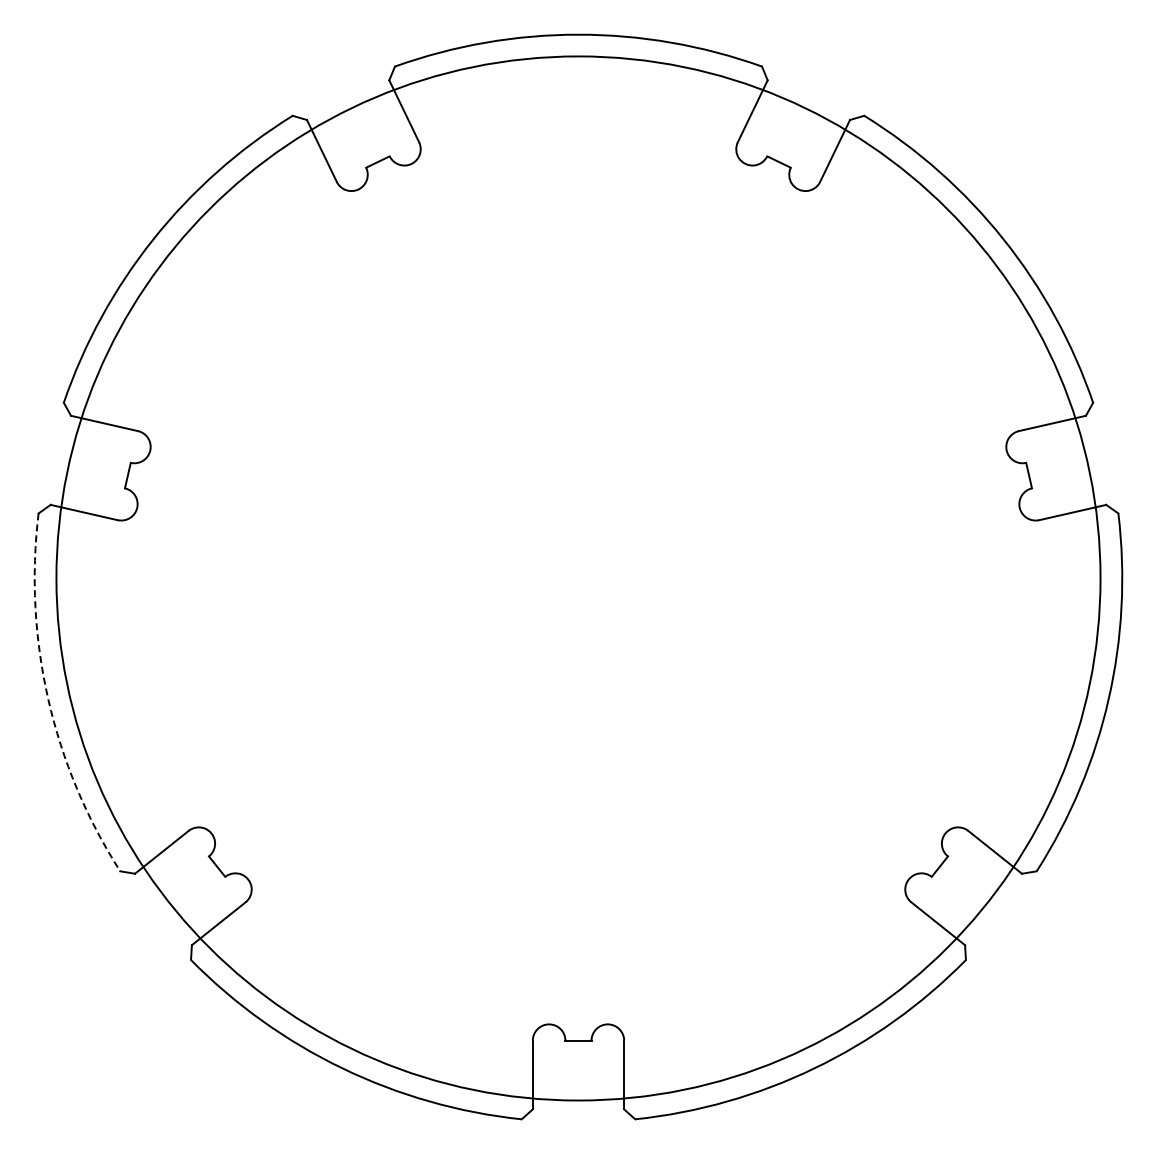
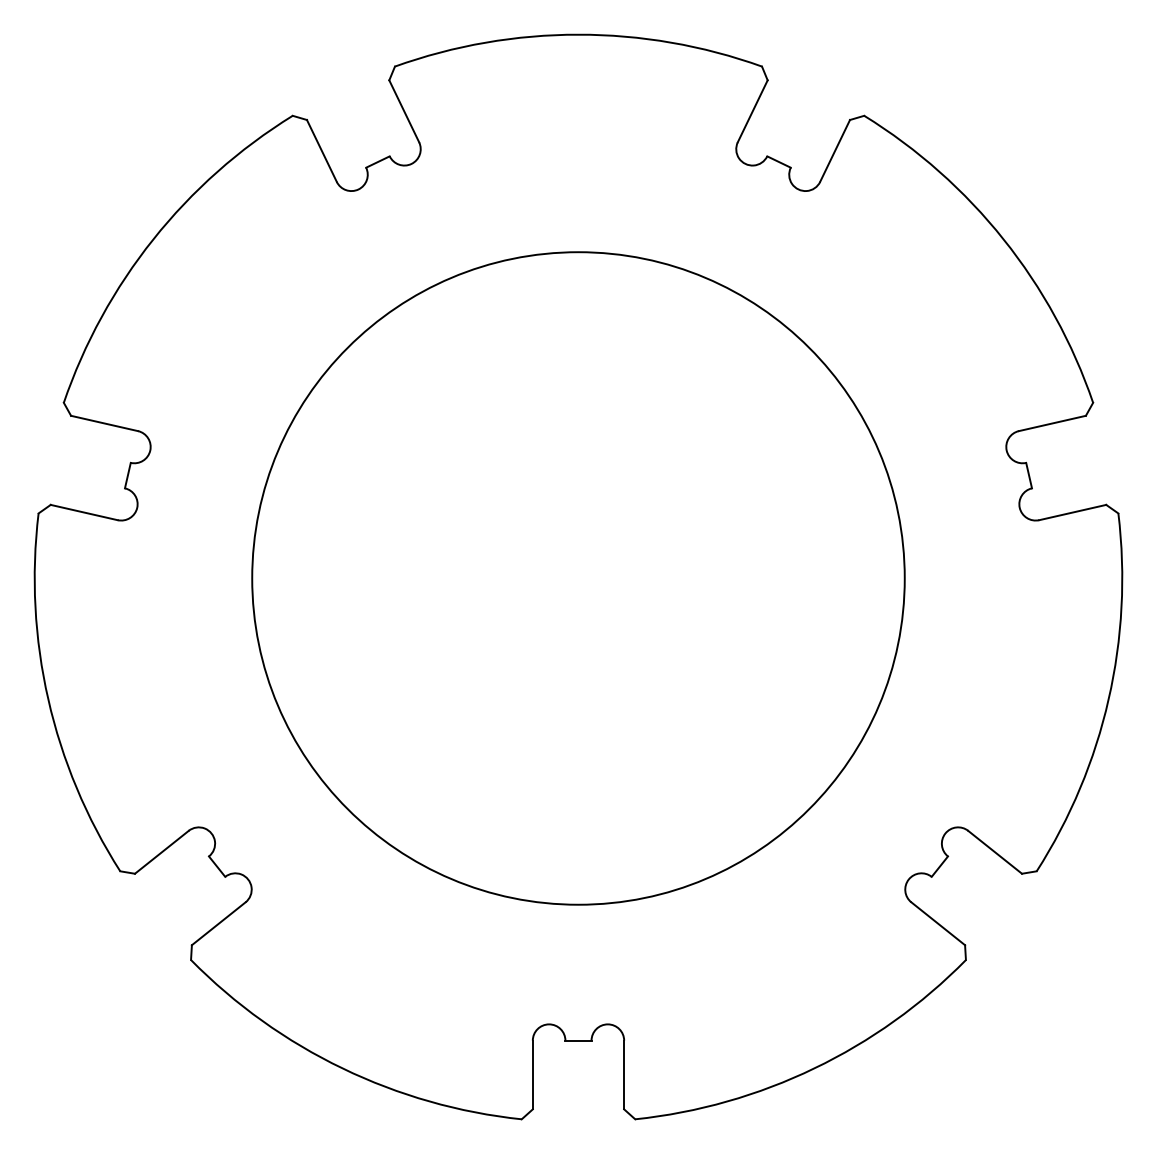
circle at (578, 578) diameter: 1044 px -> 653 px
arc at (48, 699): dashed -> solid
